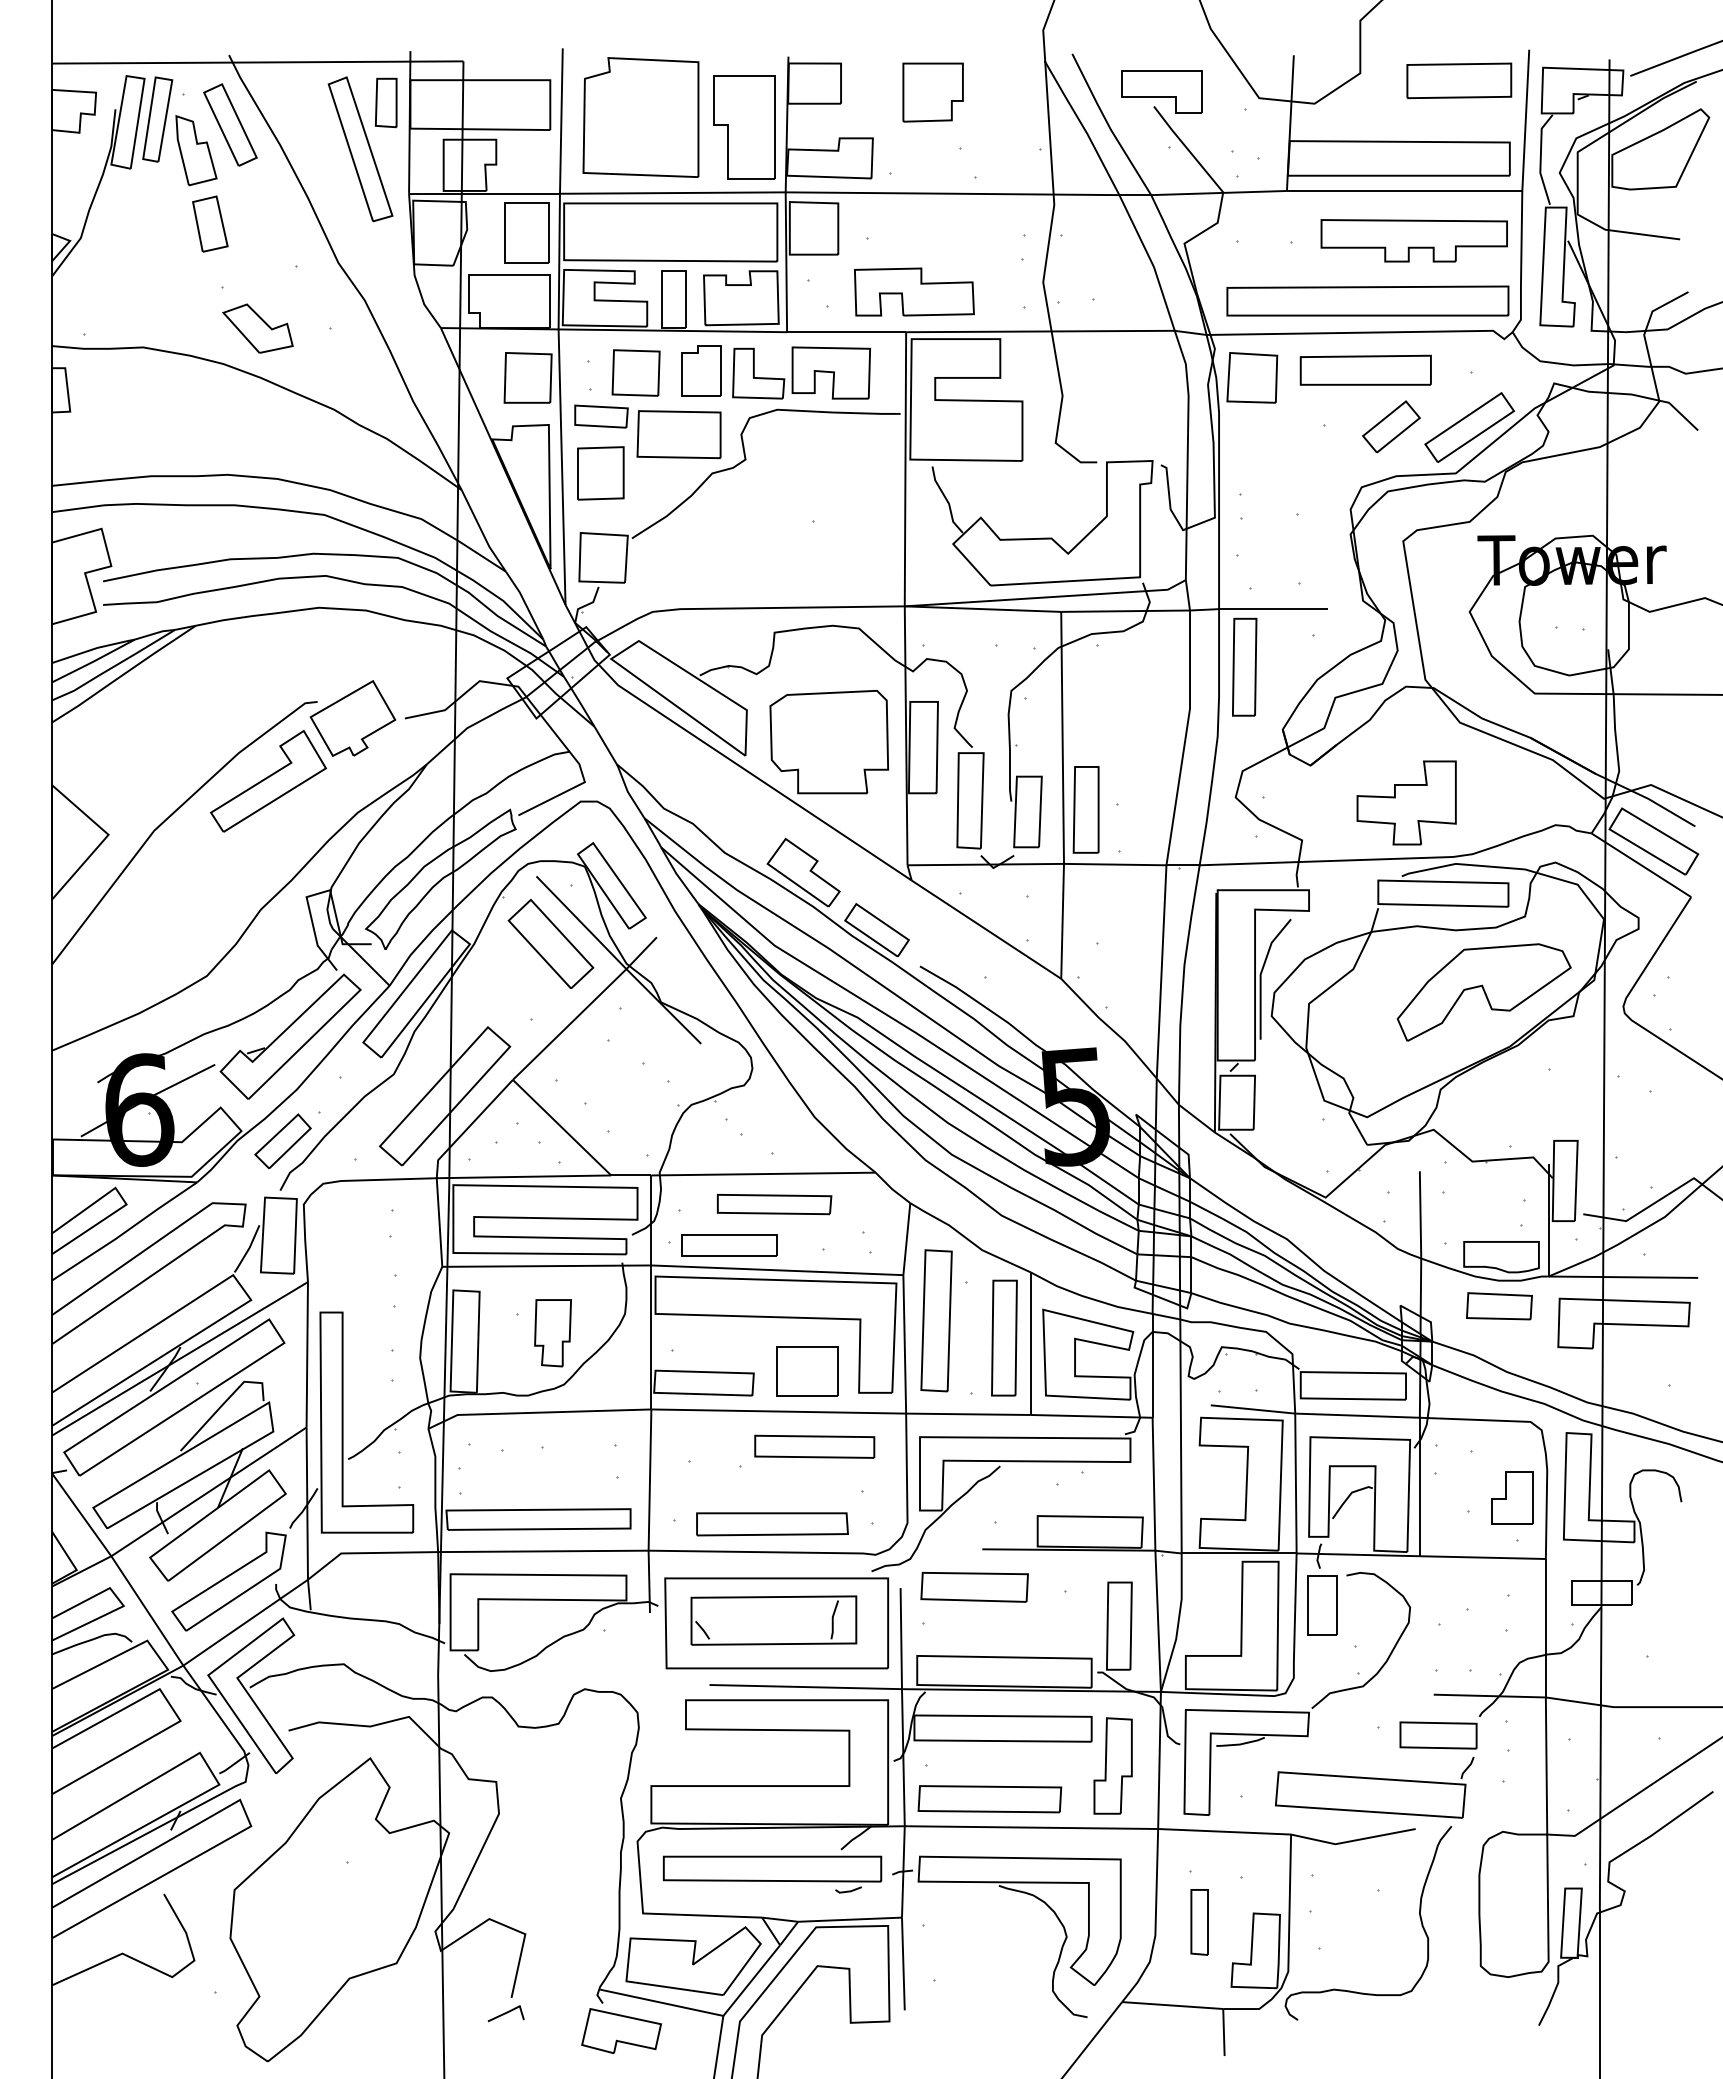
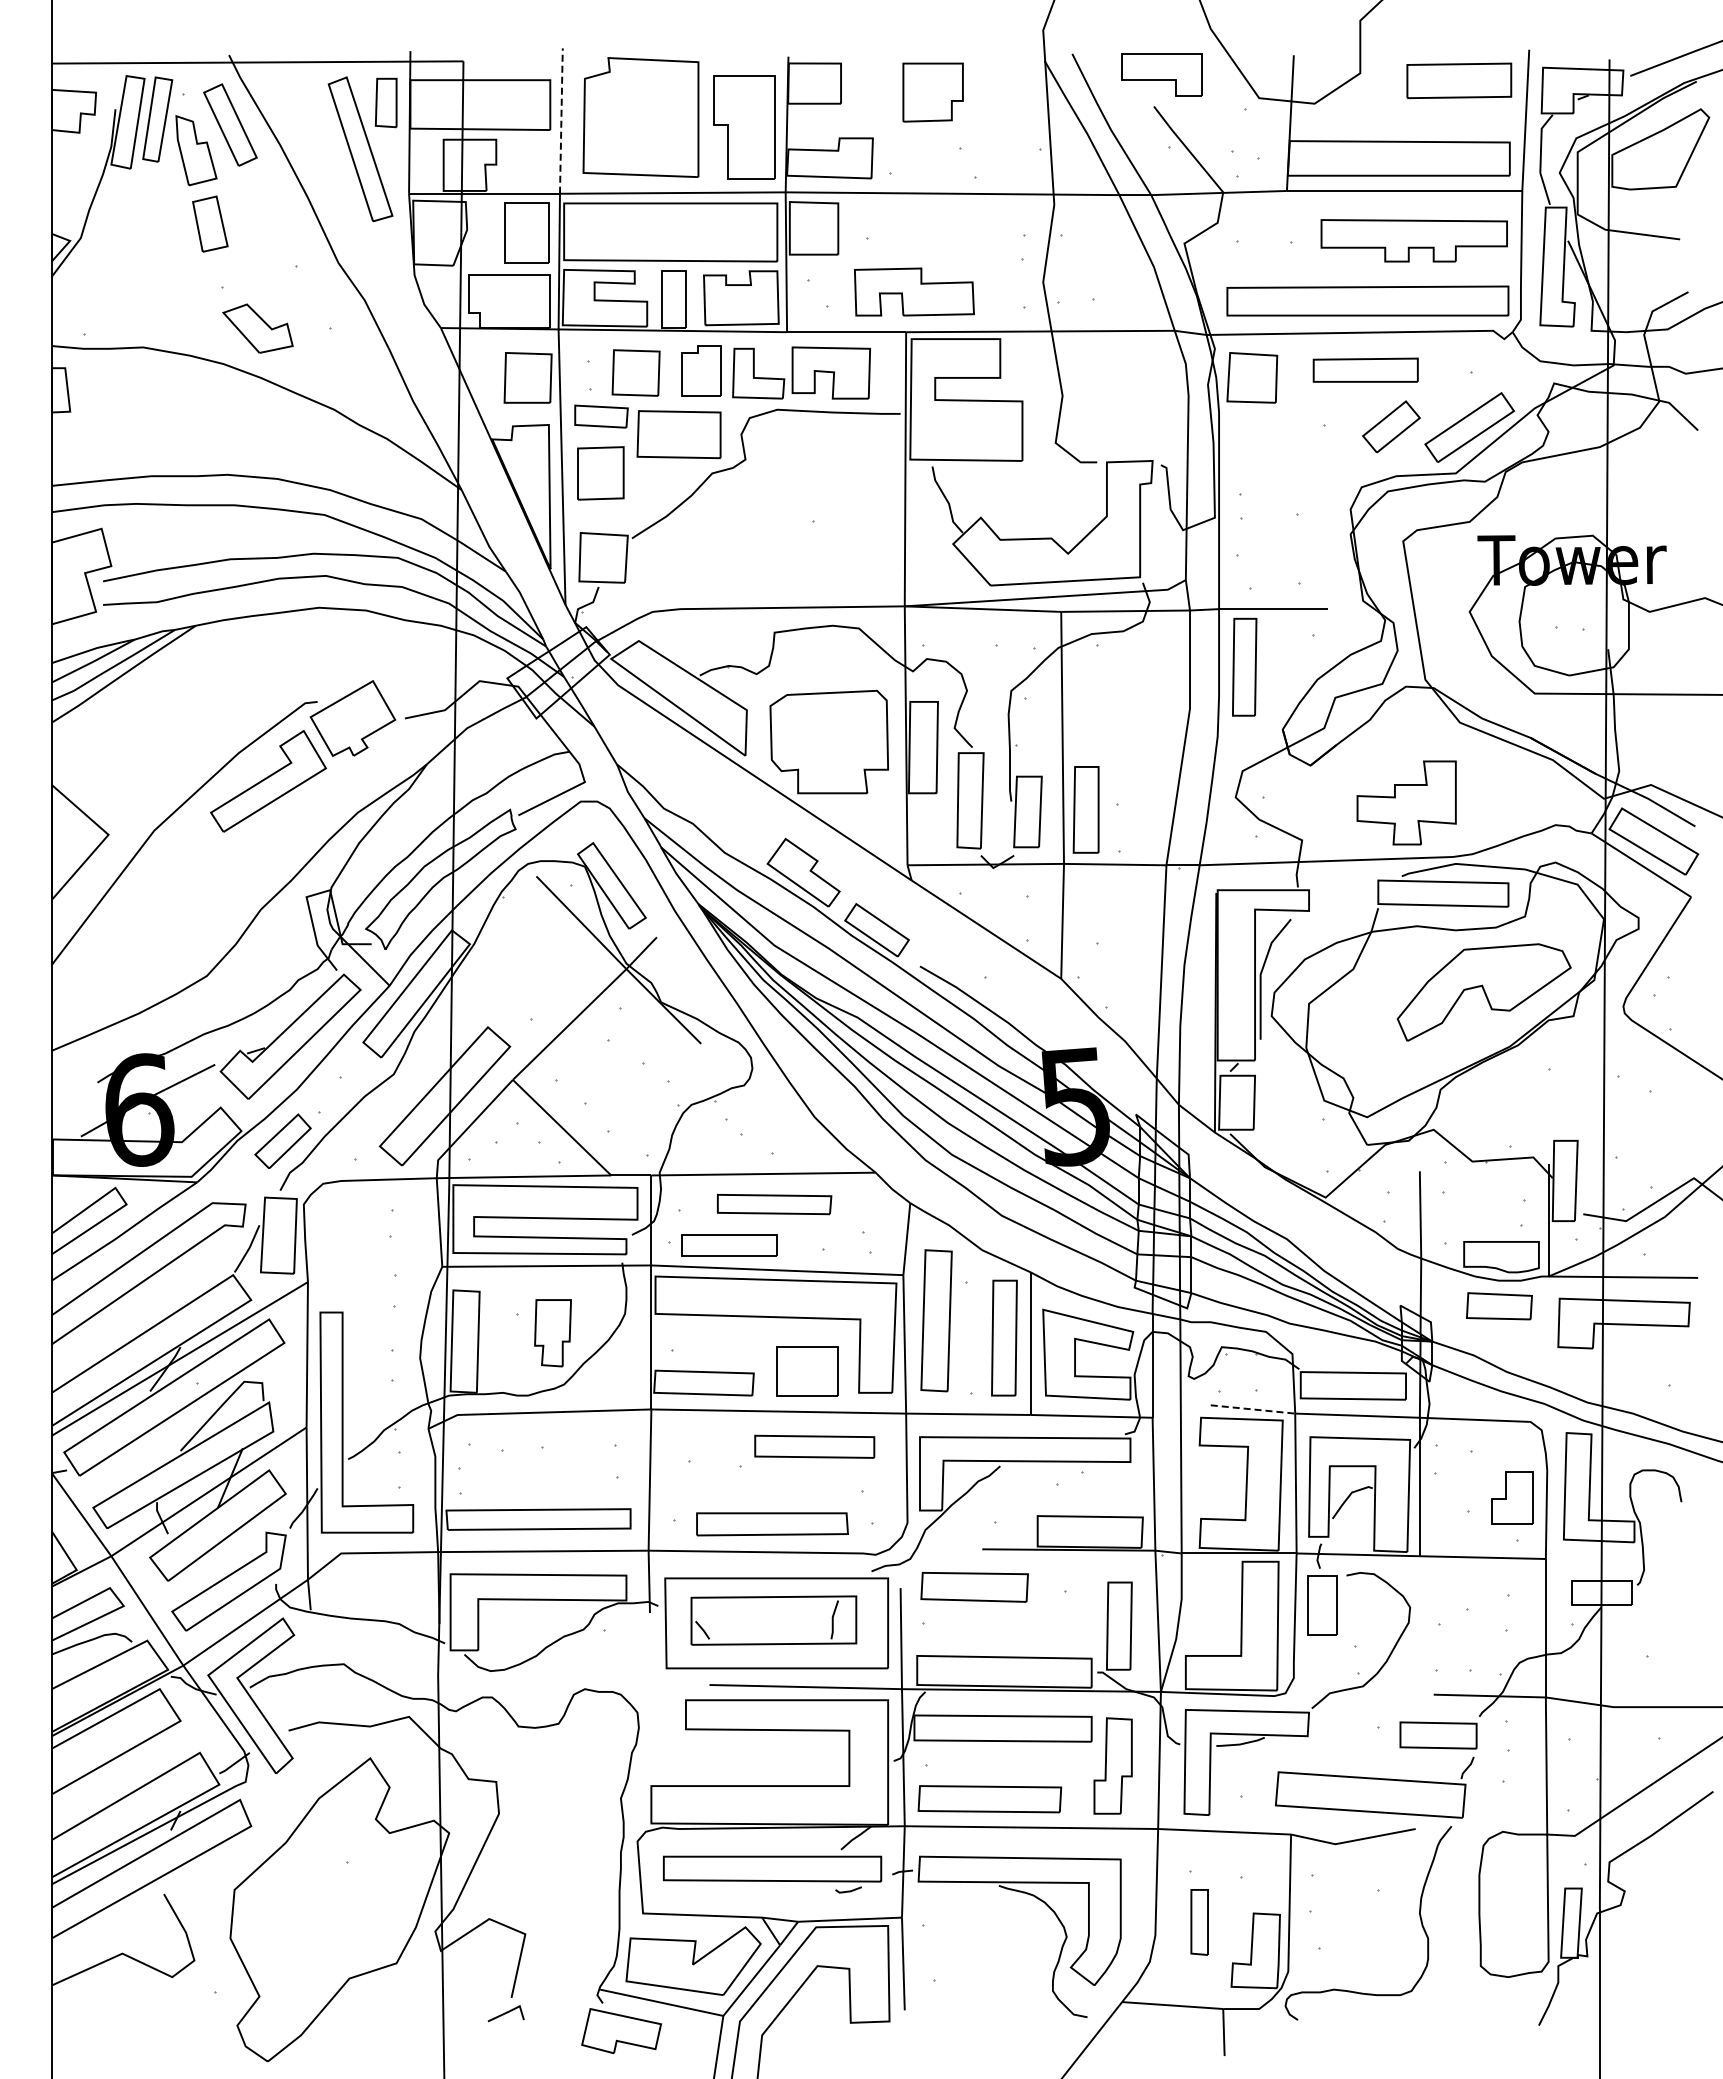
part at (1161, 91) position: (1161, 91) -> (1161, 74)
line at (561, 121): solid -> dashed
part at (1365, 369) size: 133x32 px -> 107x26 px
part at (550, 943): present -> none
line at (1253, 1409): solid -> dashed
